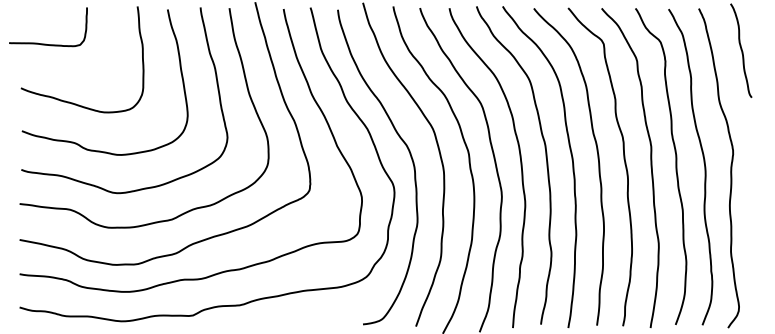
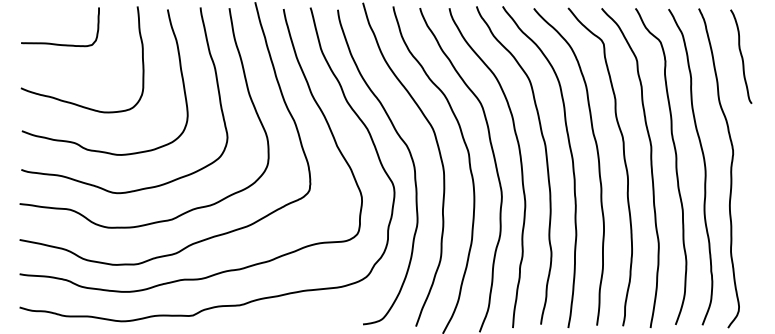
curve at (46, 43) position: (46, 43) -> (58, 43)
curve at (741, 50) position: (741, 50) -> (741, 56)
